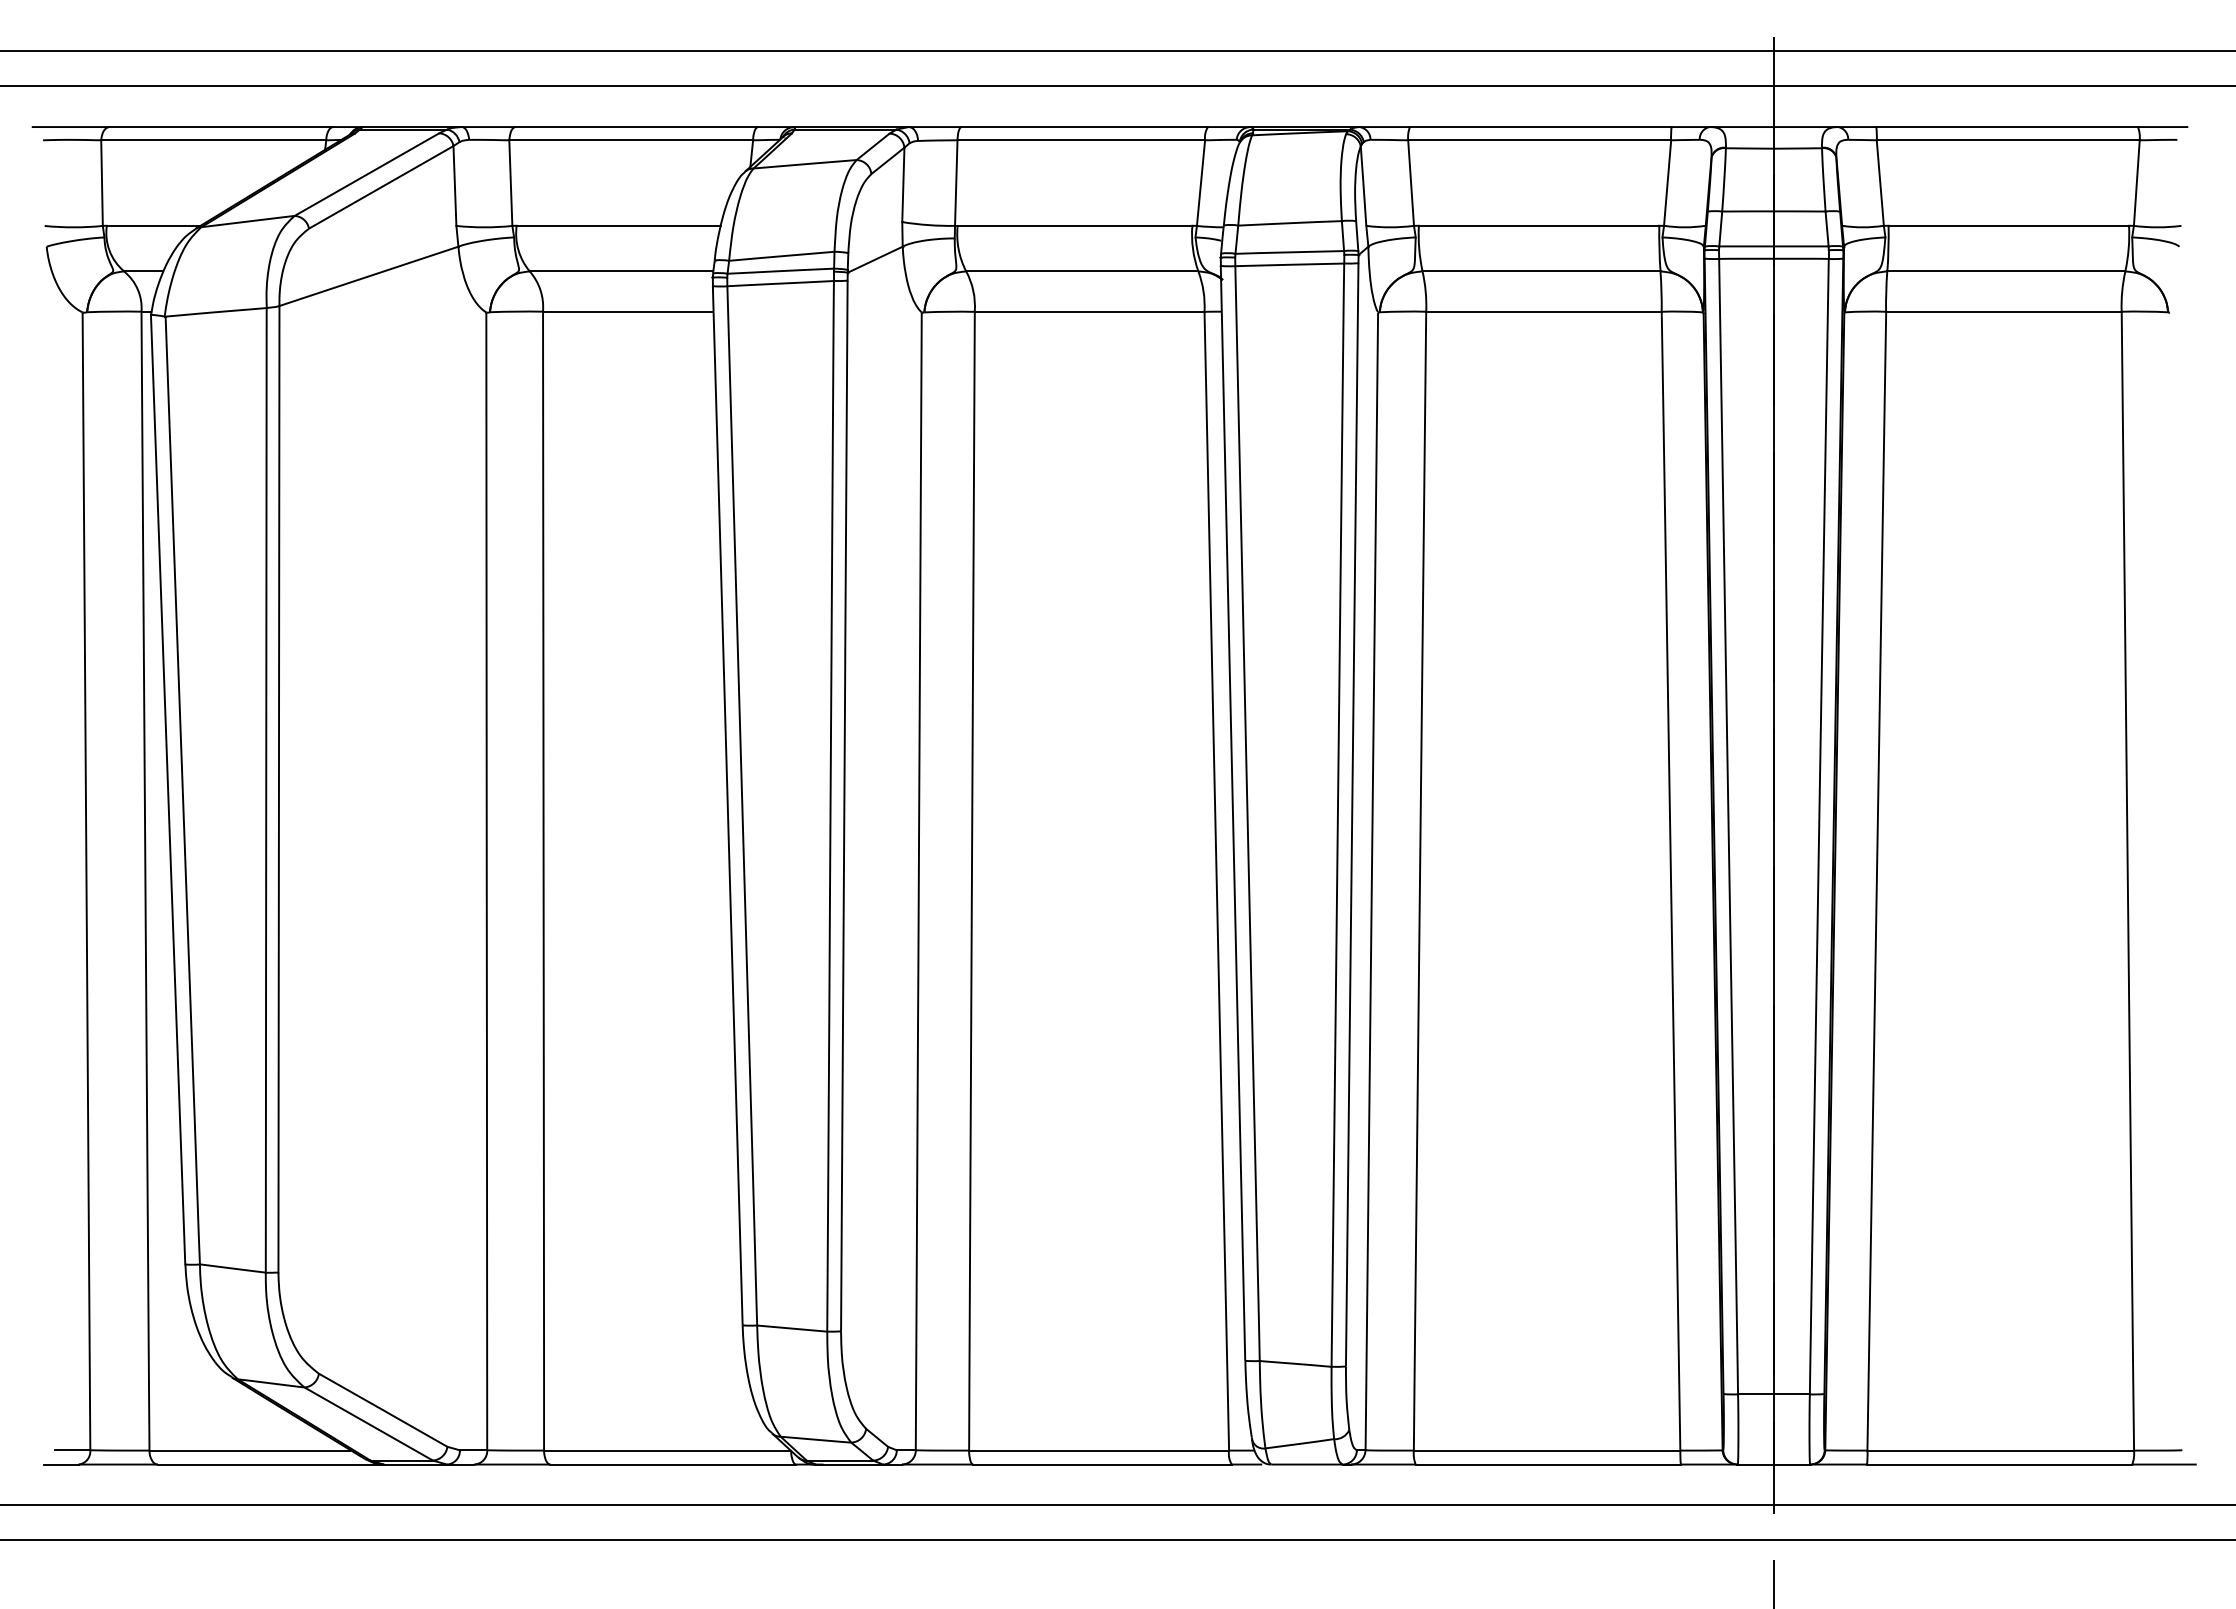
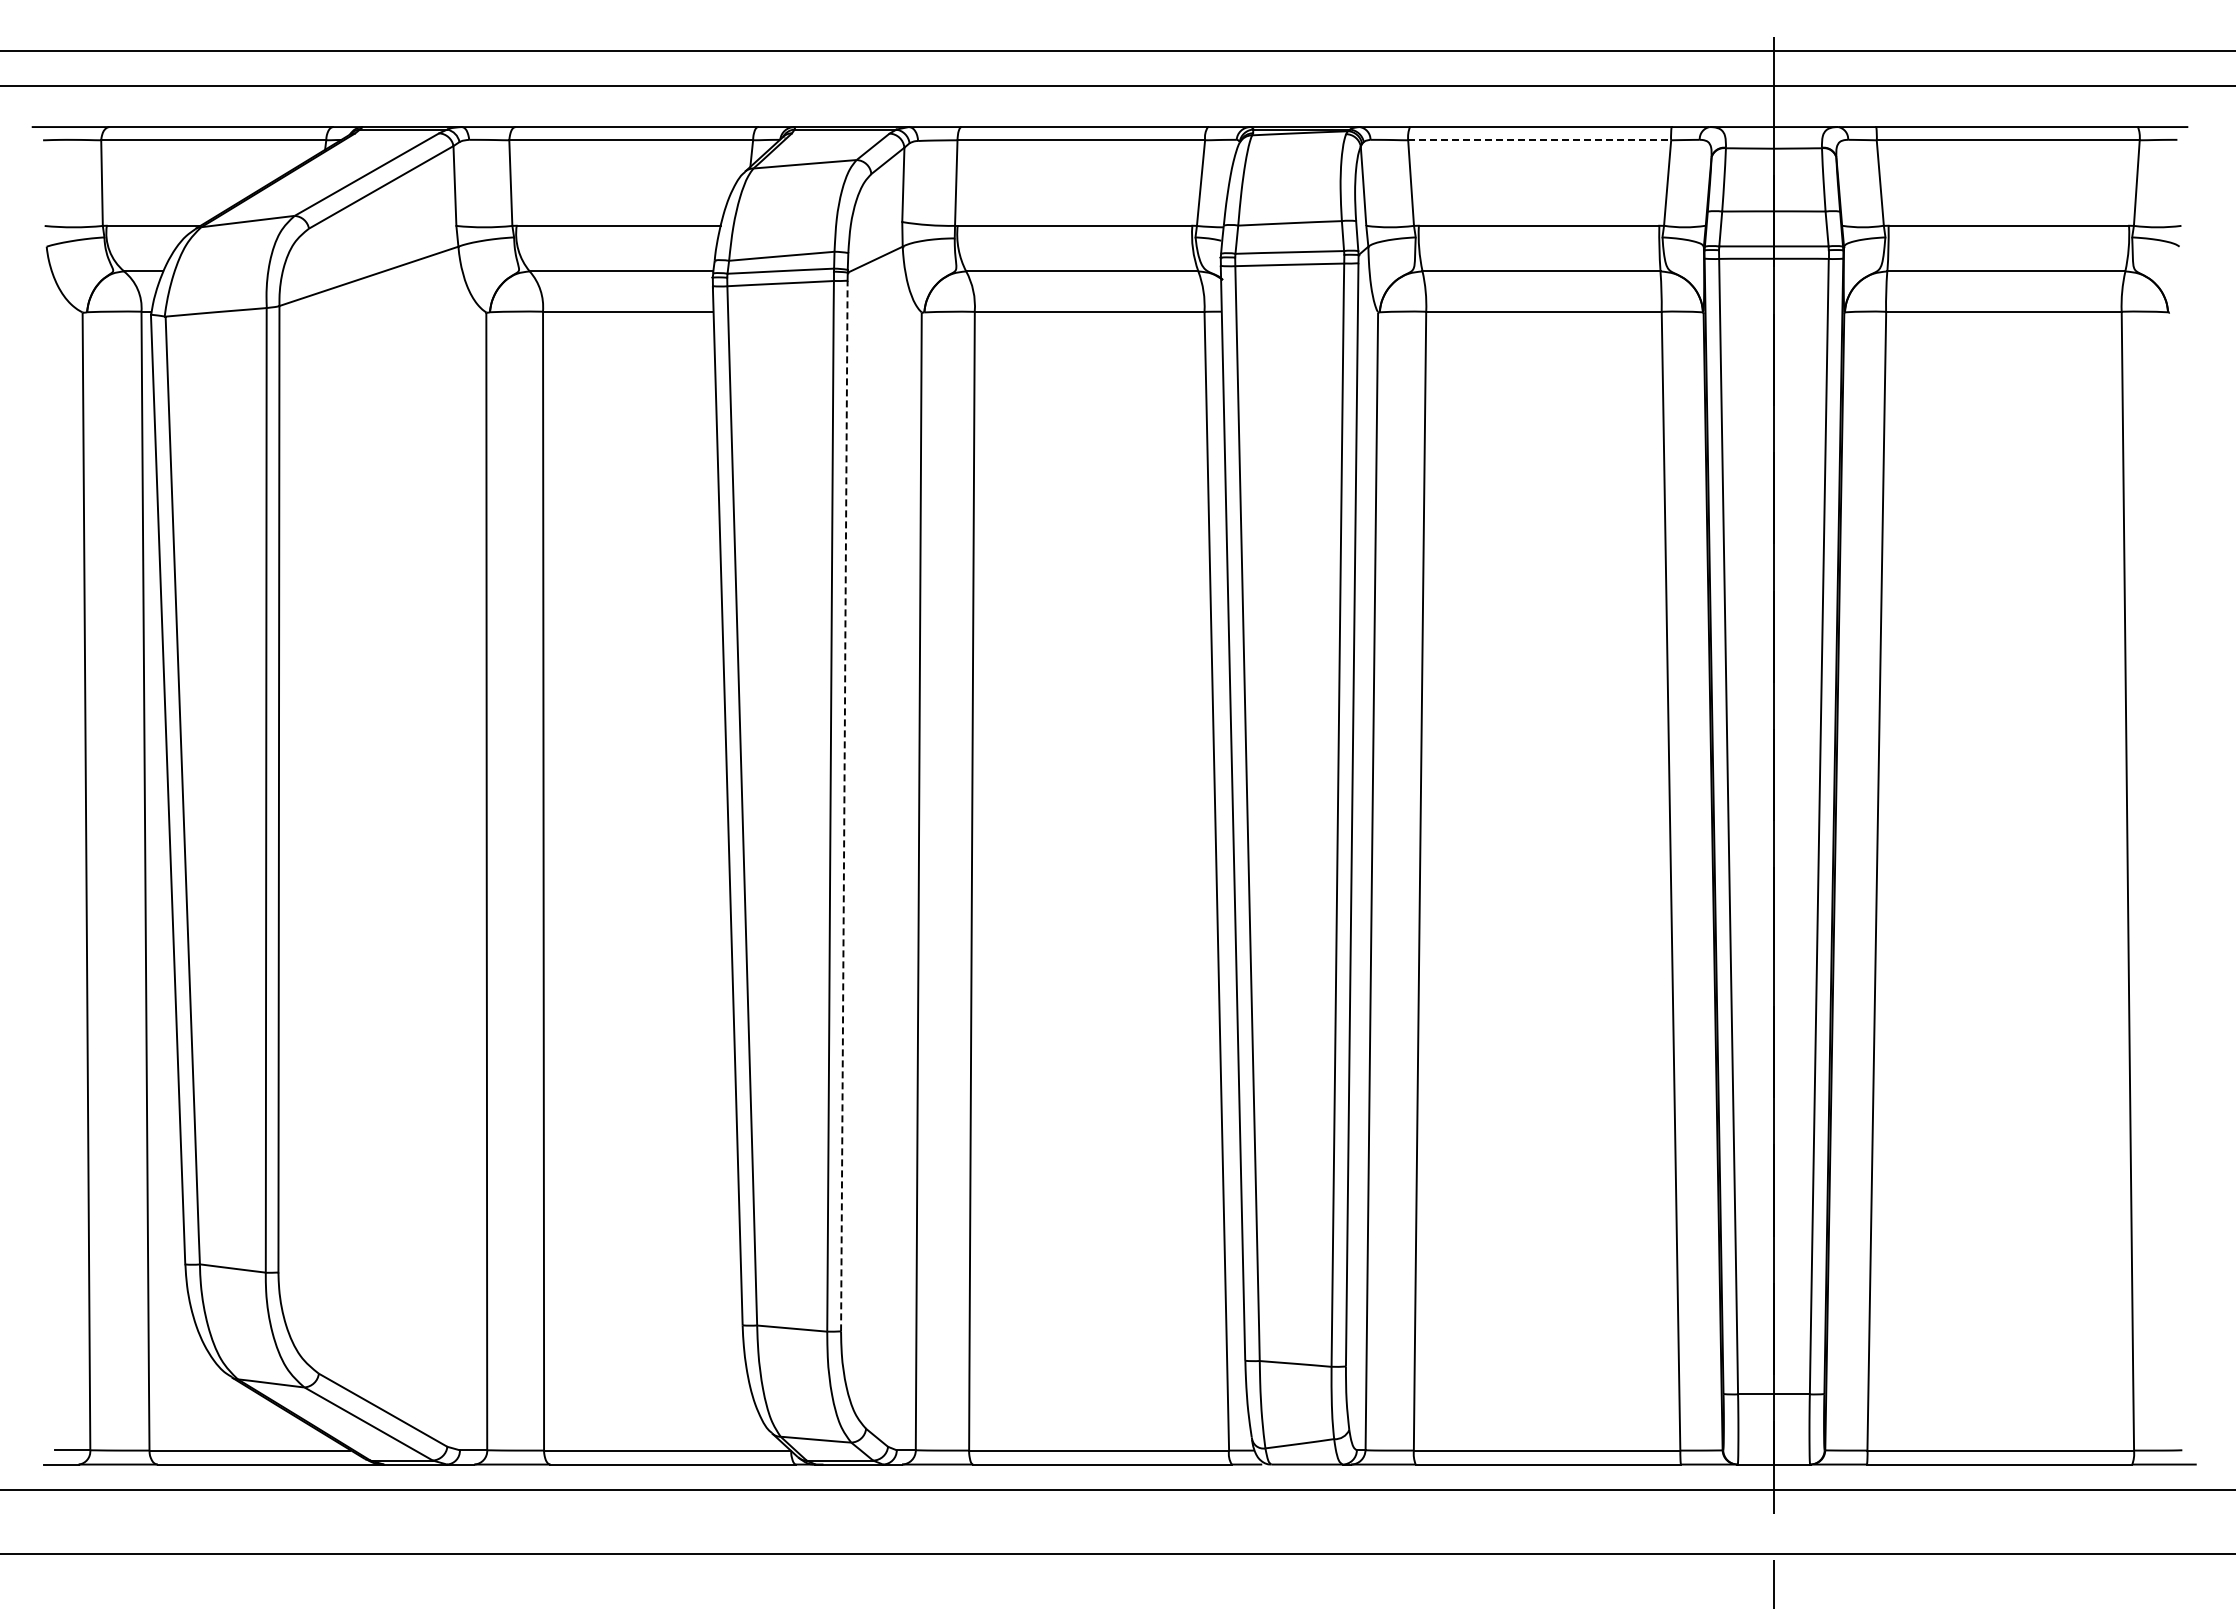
line at (1540, 140): solid -> dashed
line at (844, 805): solid -> dashed
line at (1117, 1505) position: (1117, 1505) -> (1117, 1490)
line at (1117, 1540) position: (1117, 1540) -> (1117, 1554)
